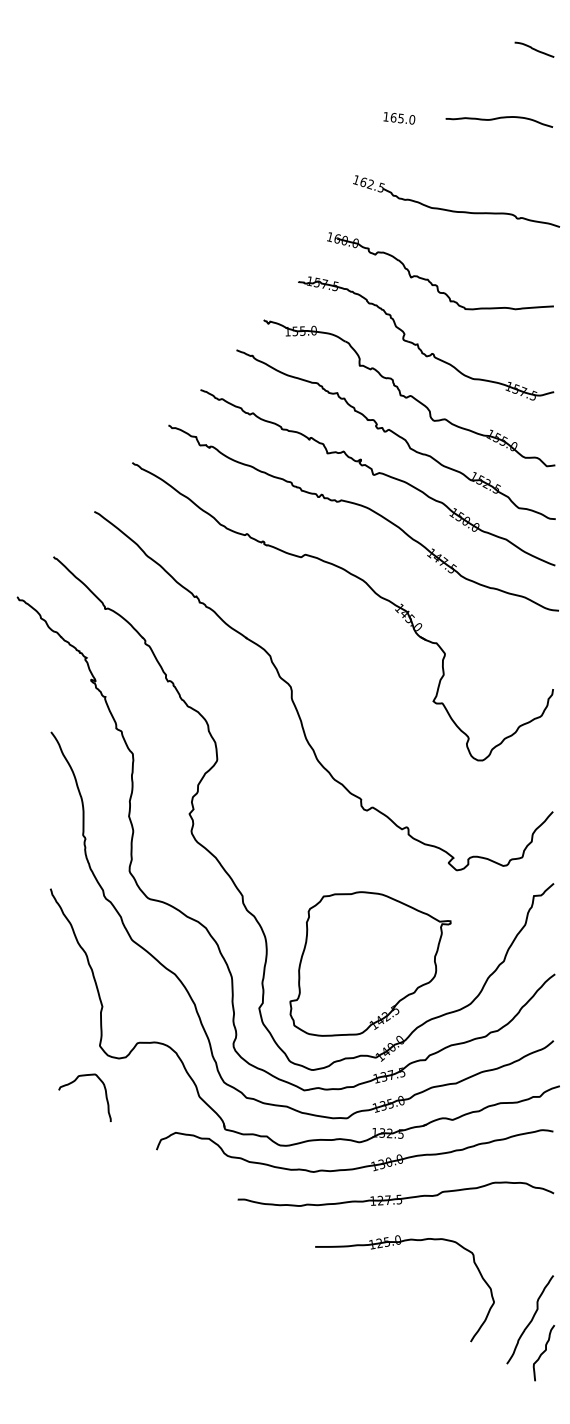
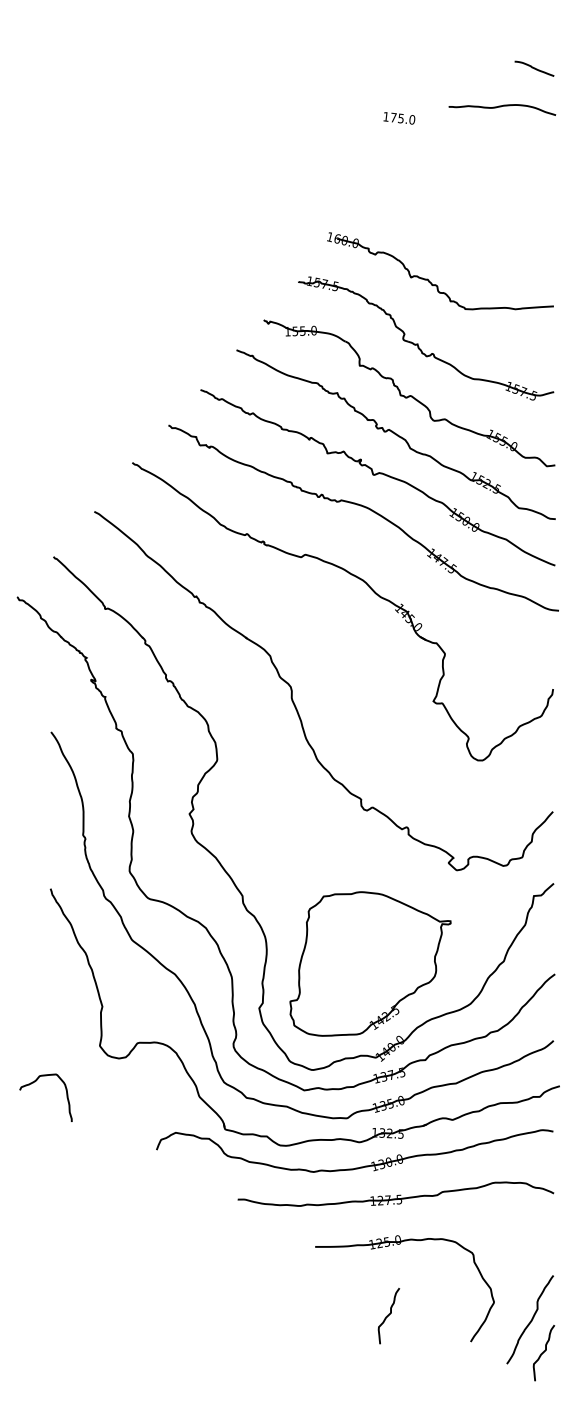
curve at (534, 49) position: (534, 49) -> (534, 68)
text at (393, 117): 165.0 -> 175.0
curve at (498, 119) position: (498, 119) -> (501, 107)
part at (456, 210): present -> none
curve at (74, 1082) position: (74, 1082) -> (35, 1082)
curve at (388, 1316): none -> present
